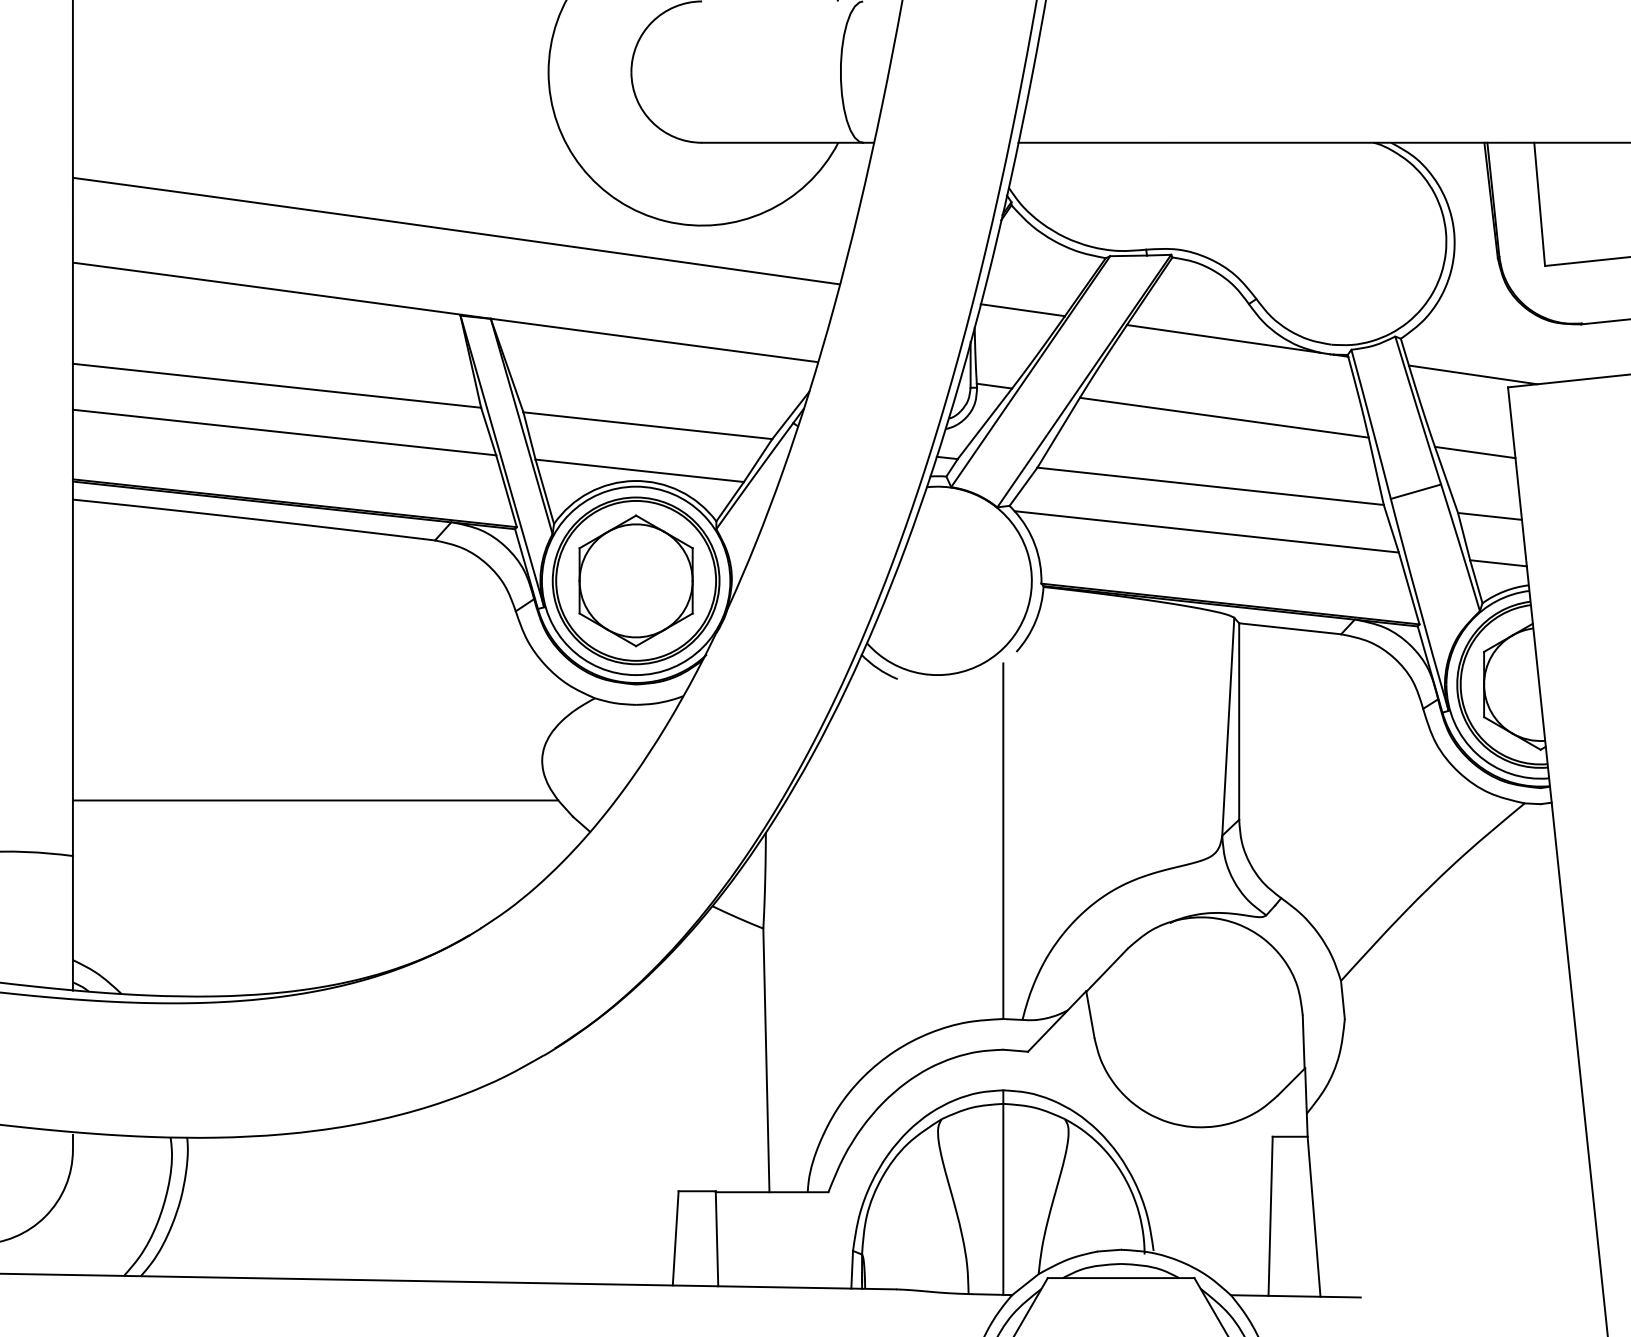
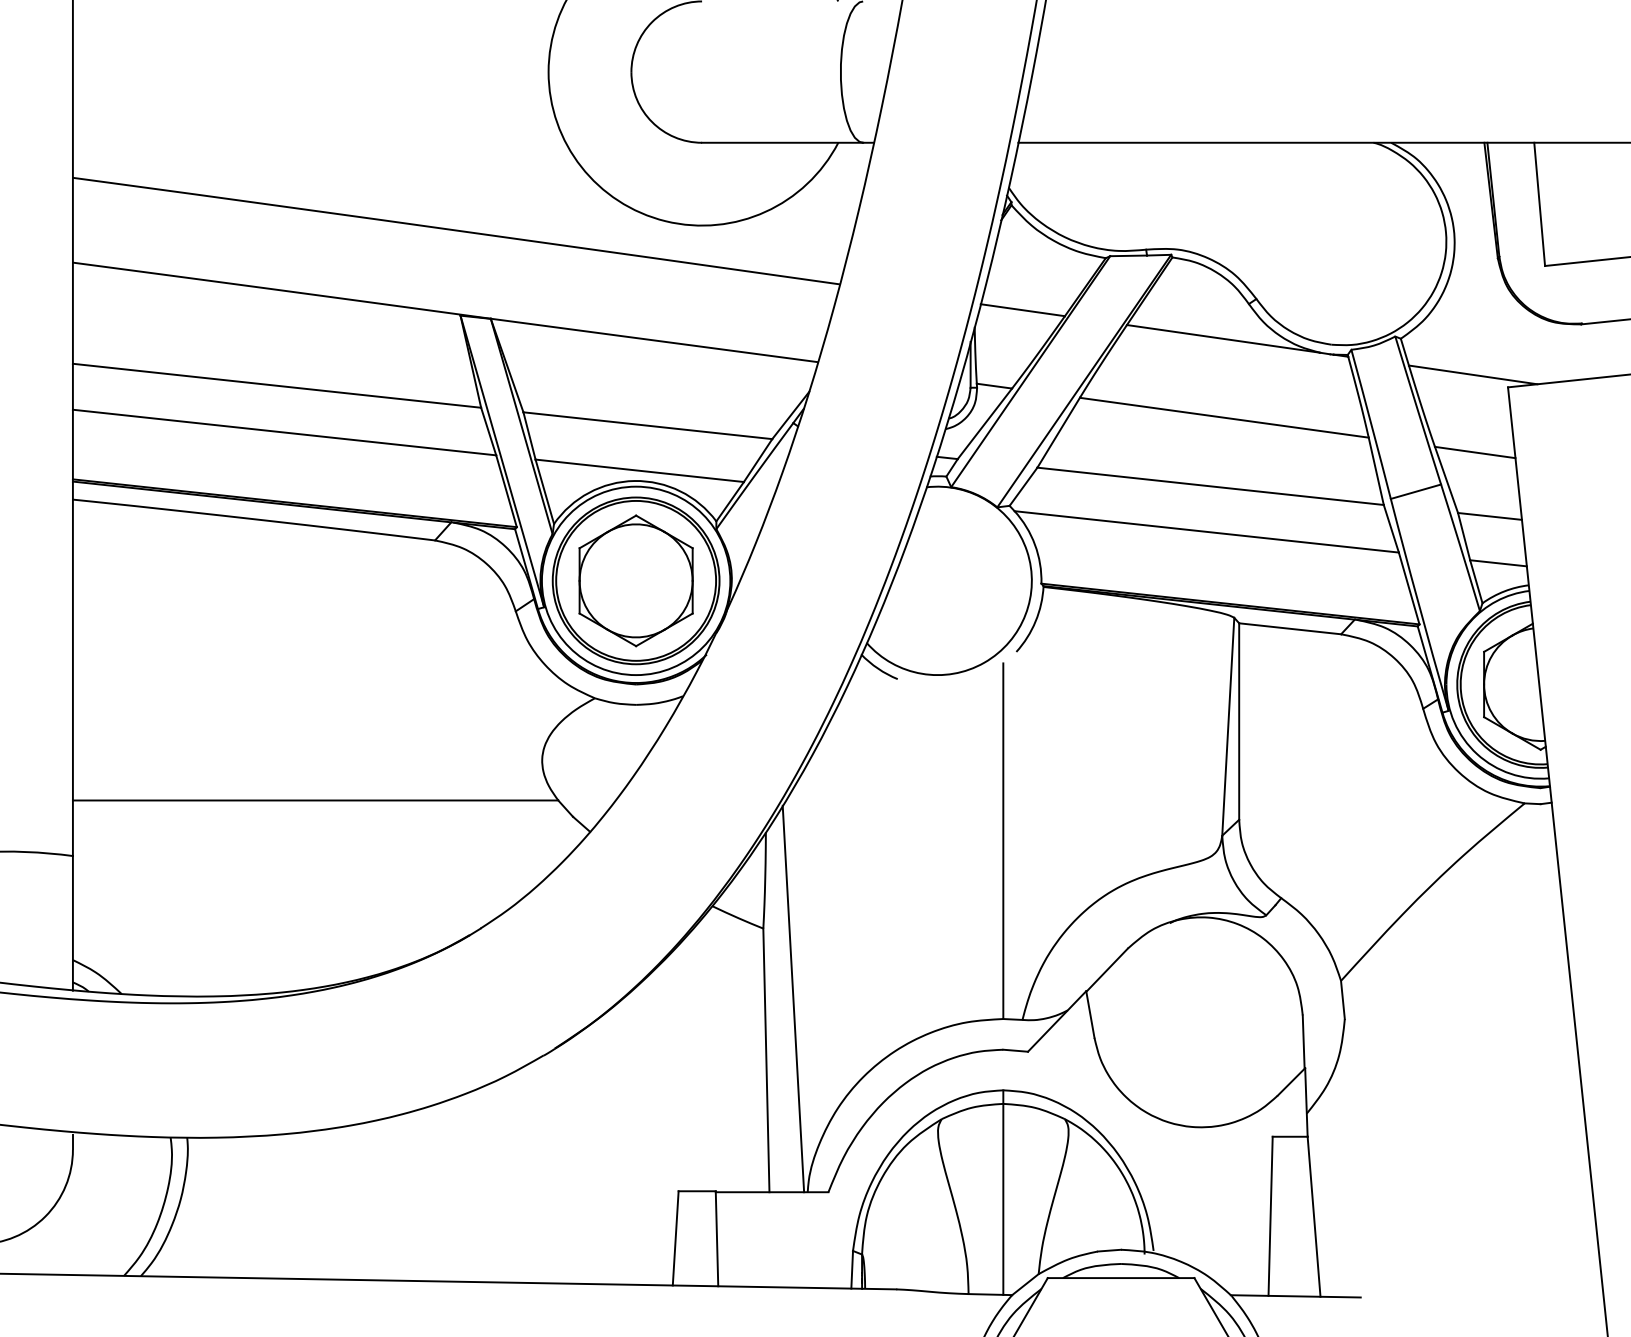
line at (793, 998): none -> present
